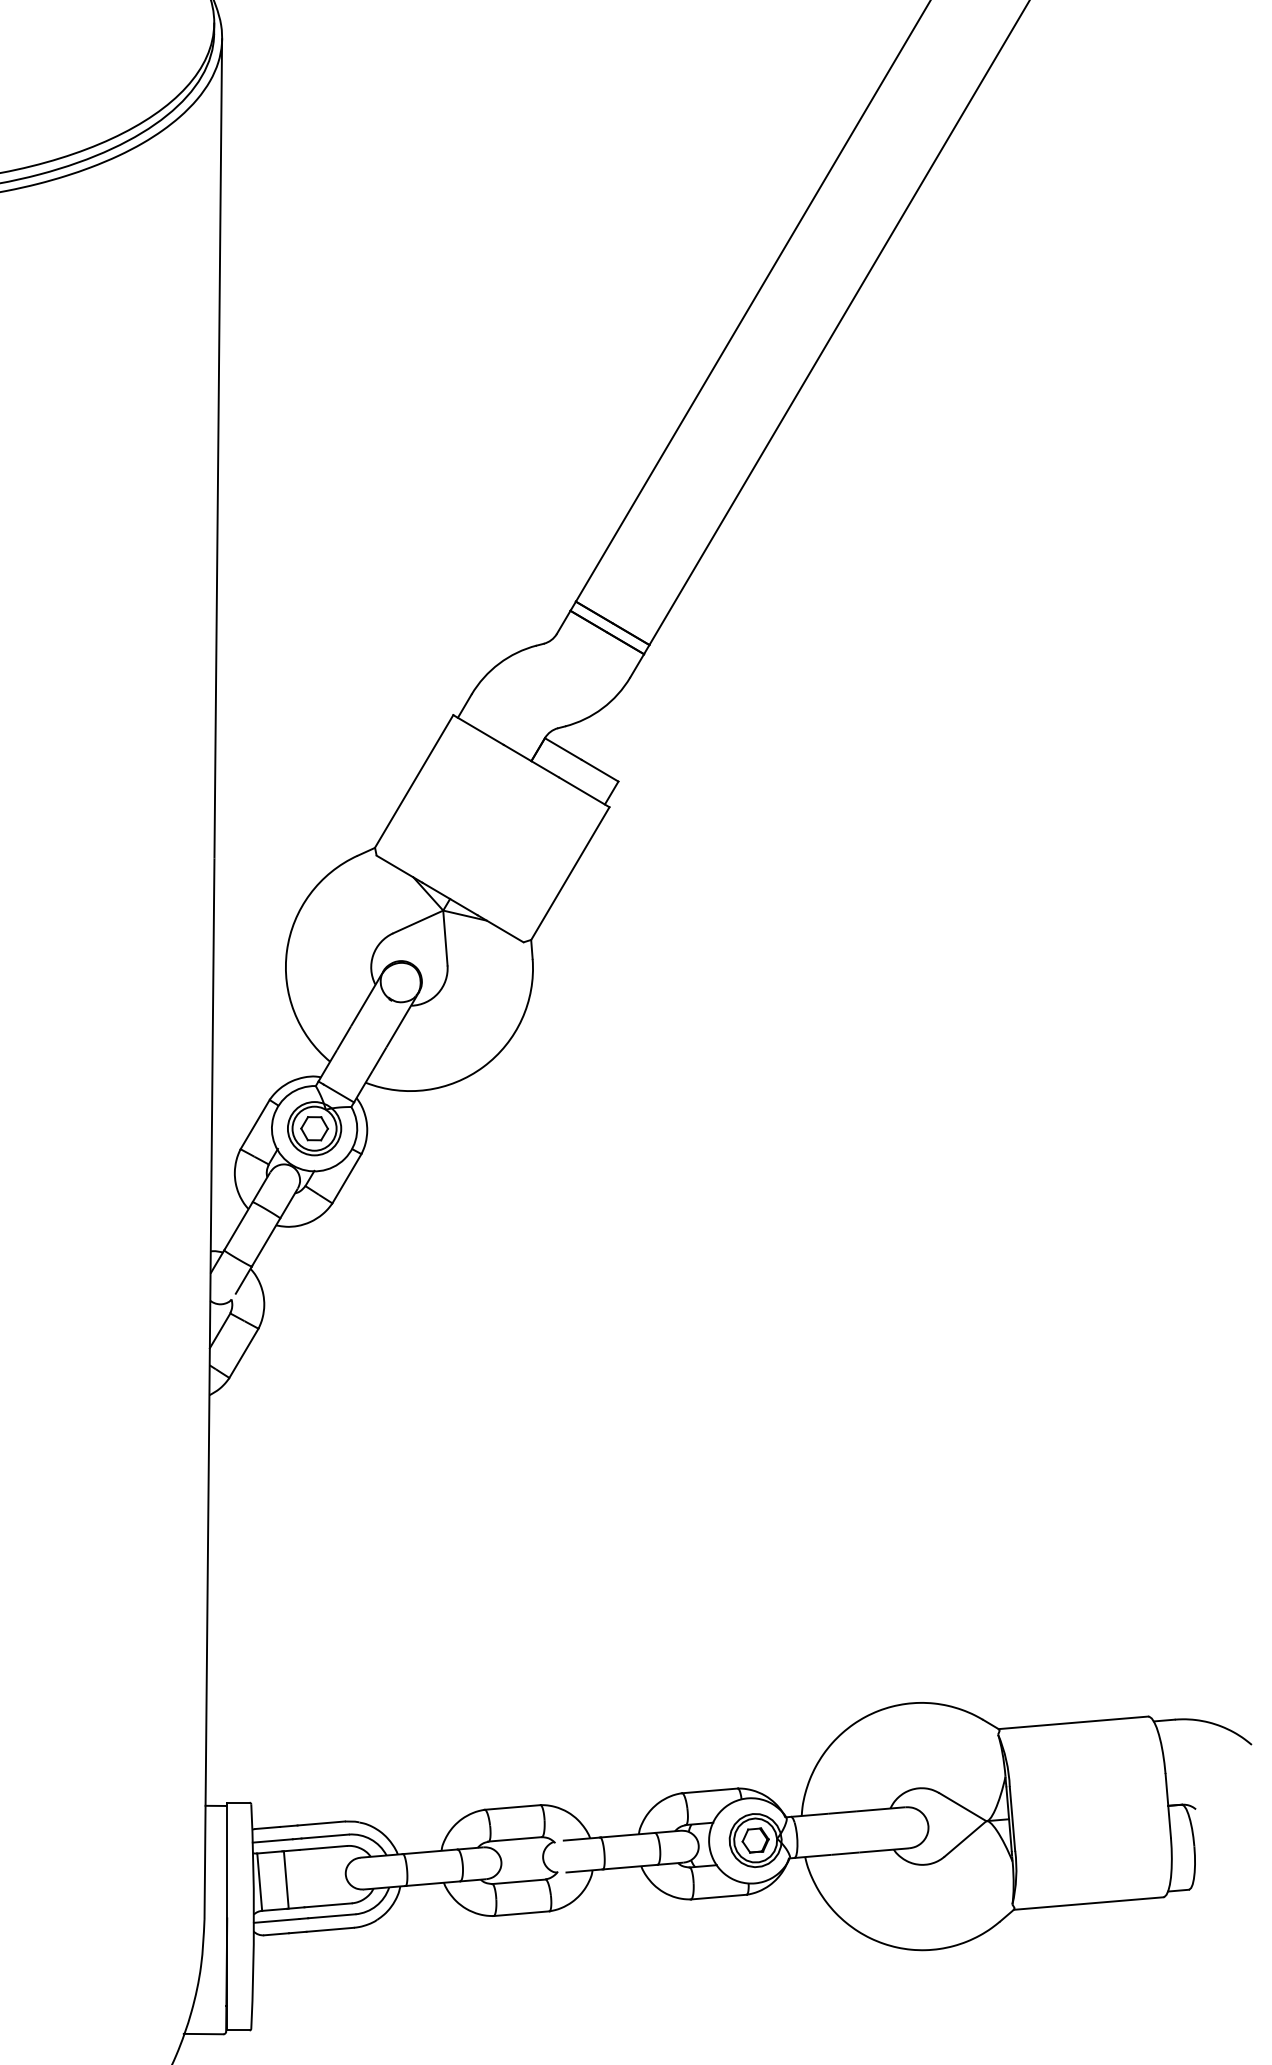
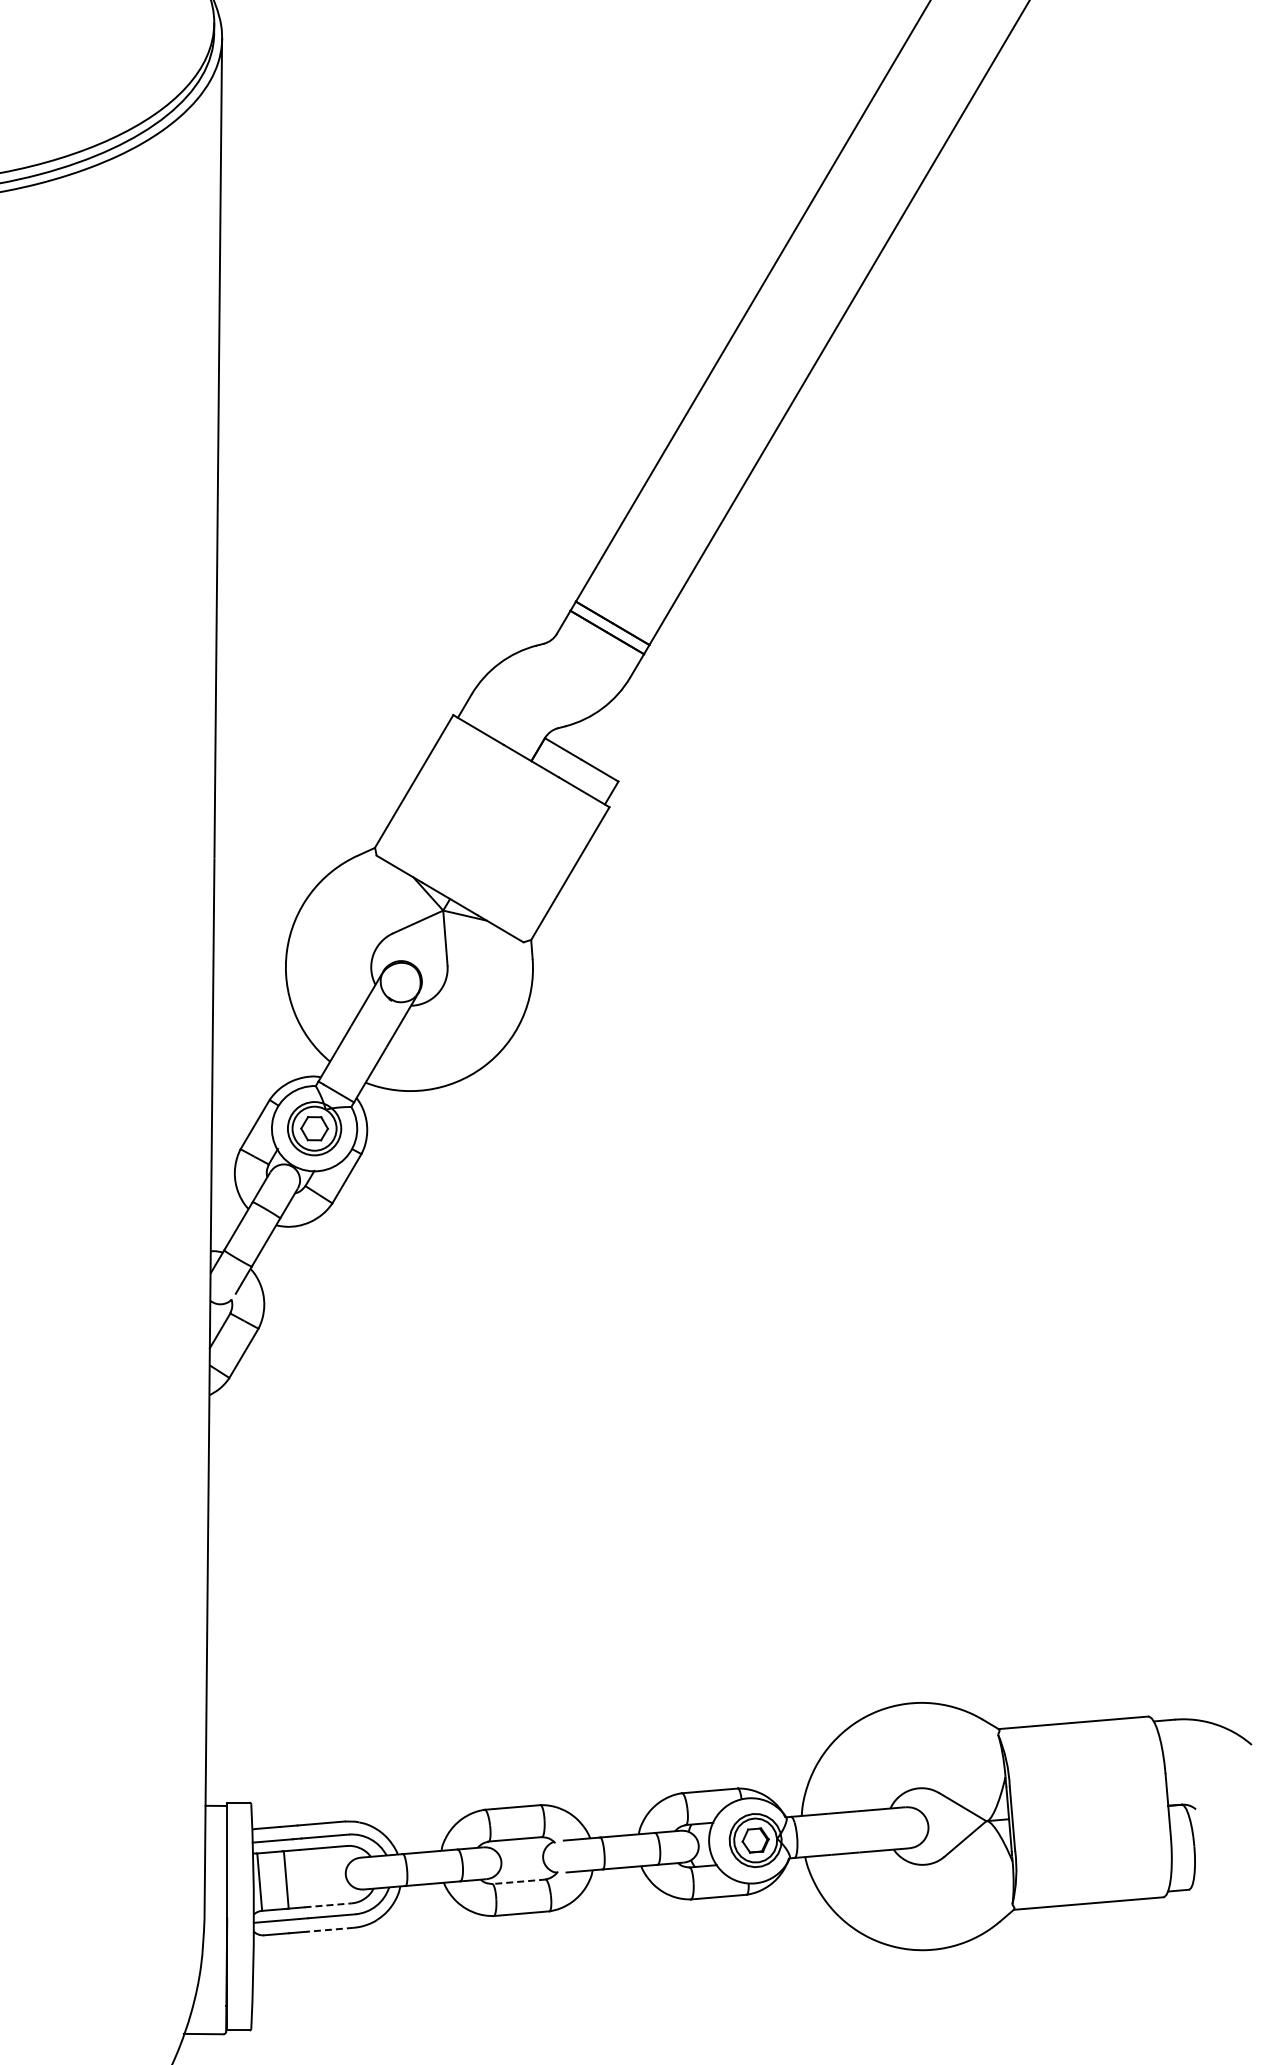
line at (518, 1881): solid -> dashed
line at (328, 1905): solid -> dashed
line at (330, 1929): solid -> dashed
